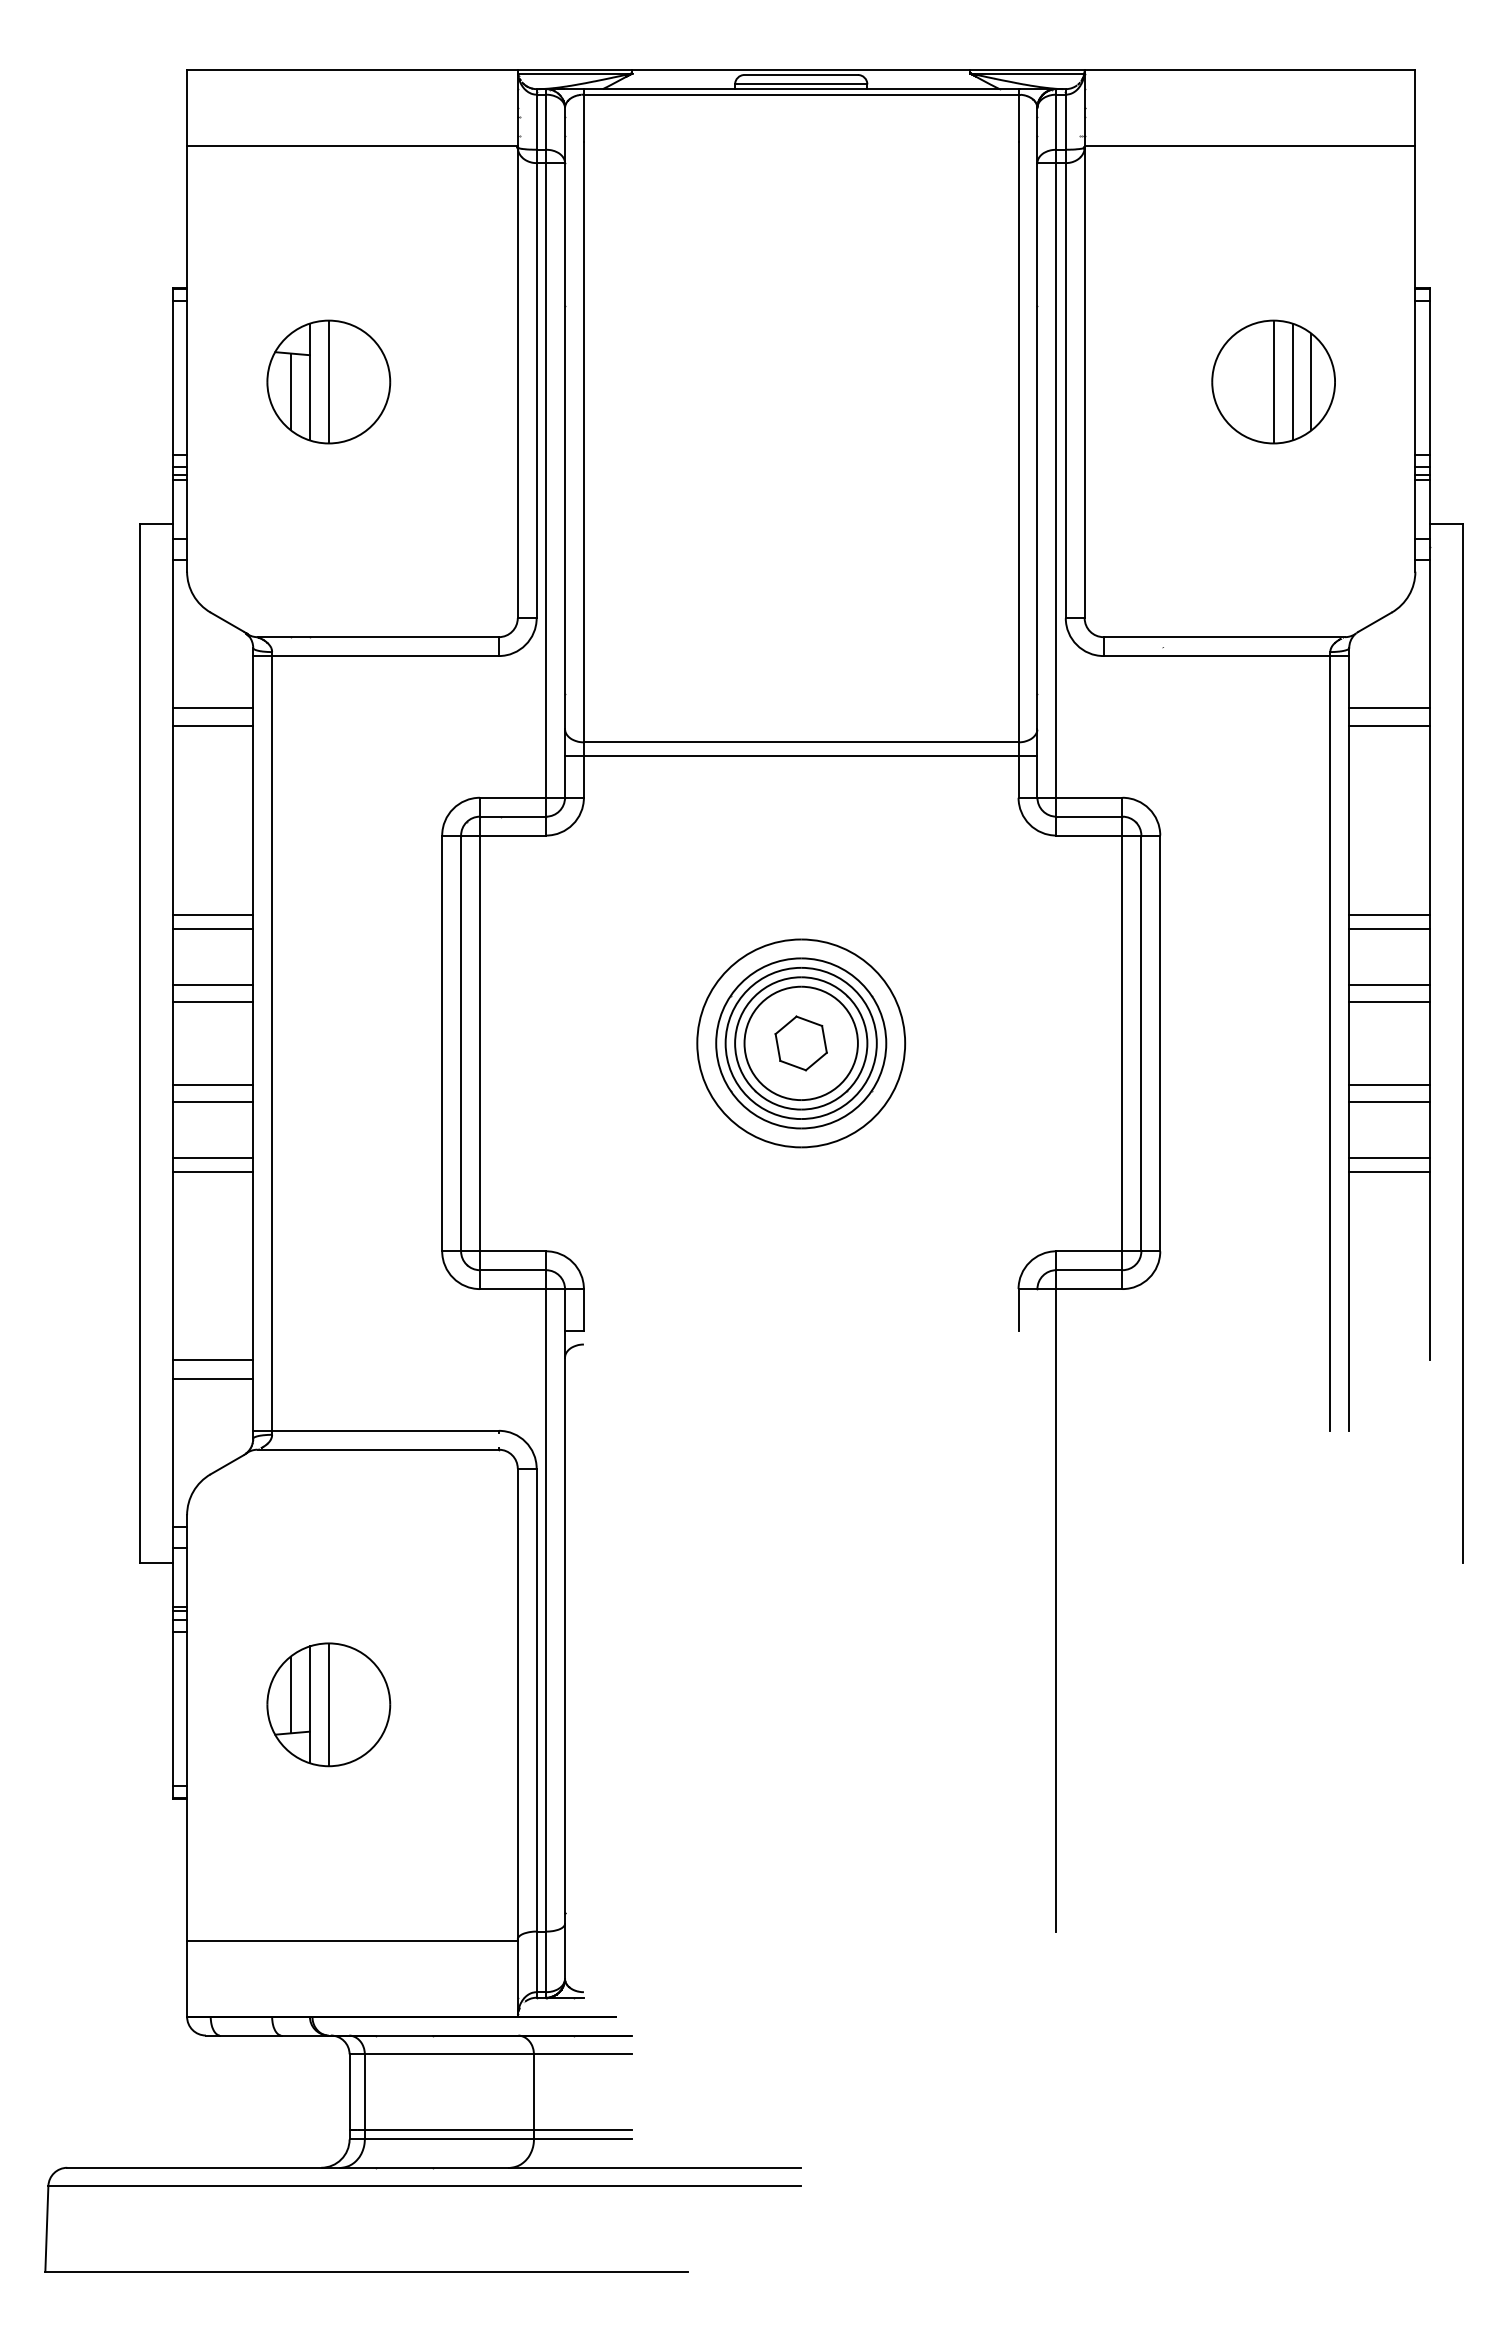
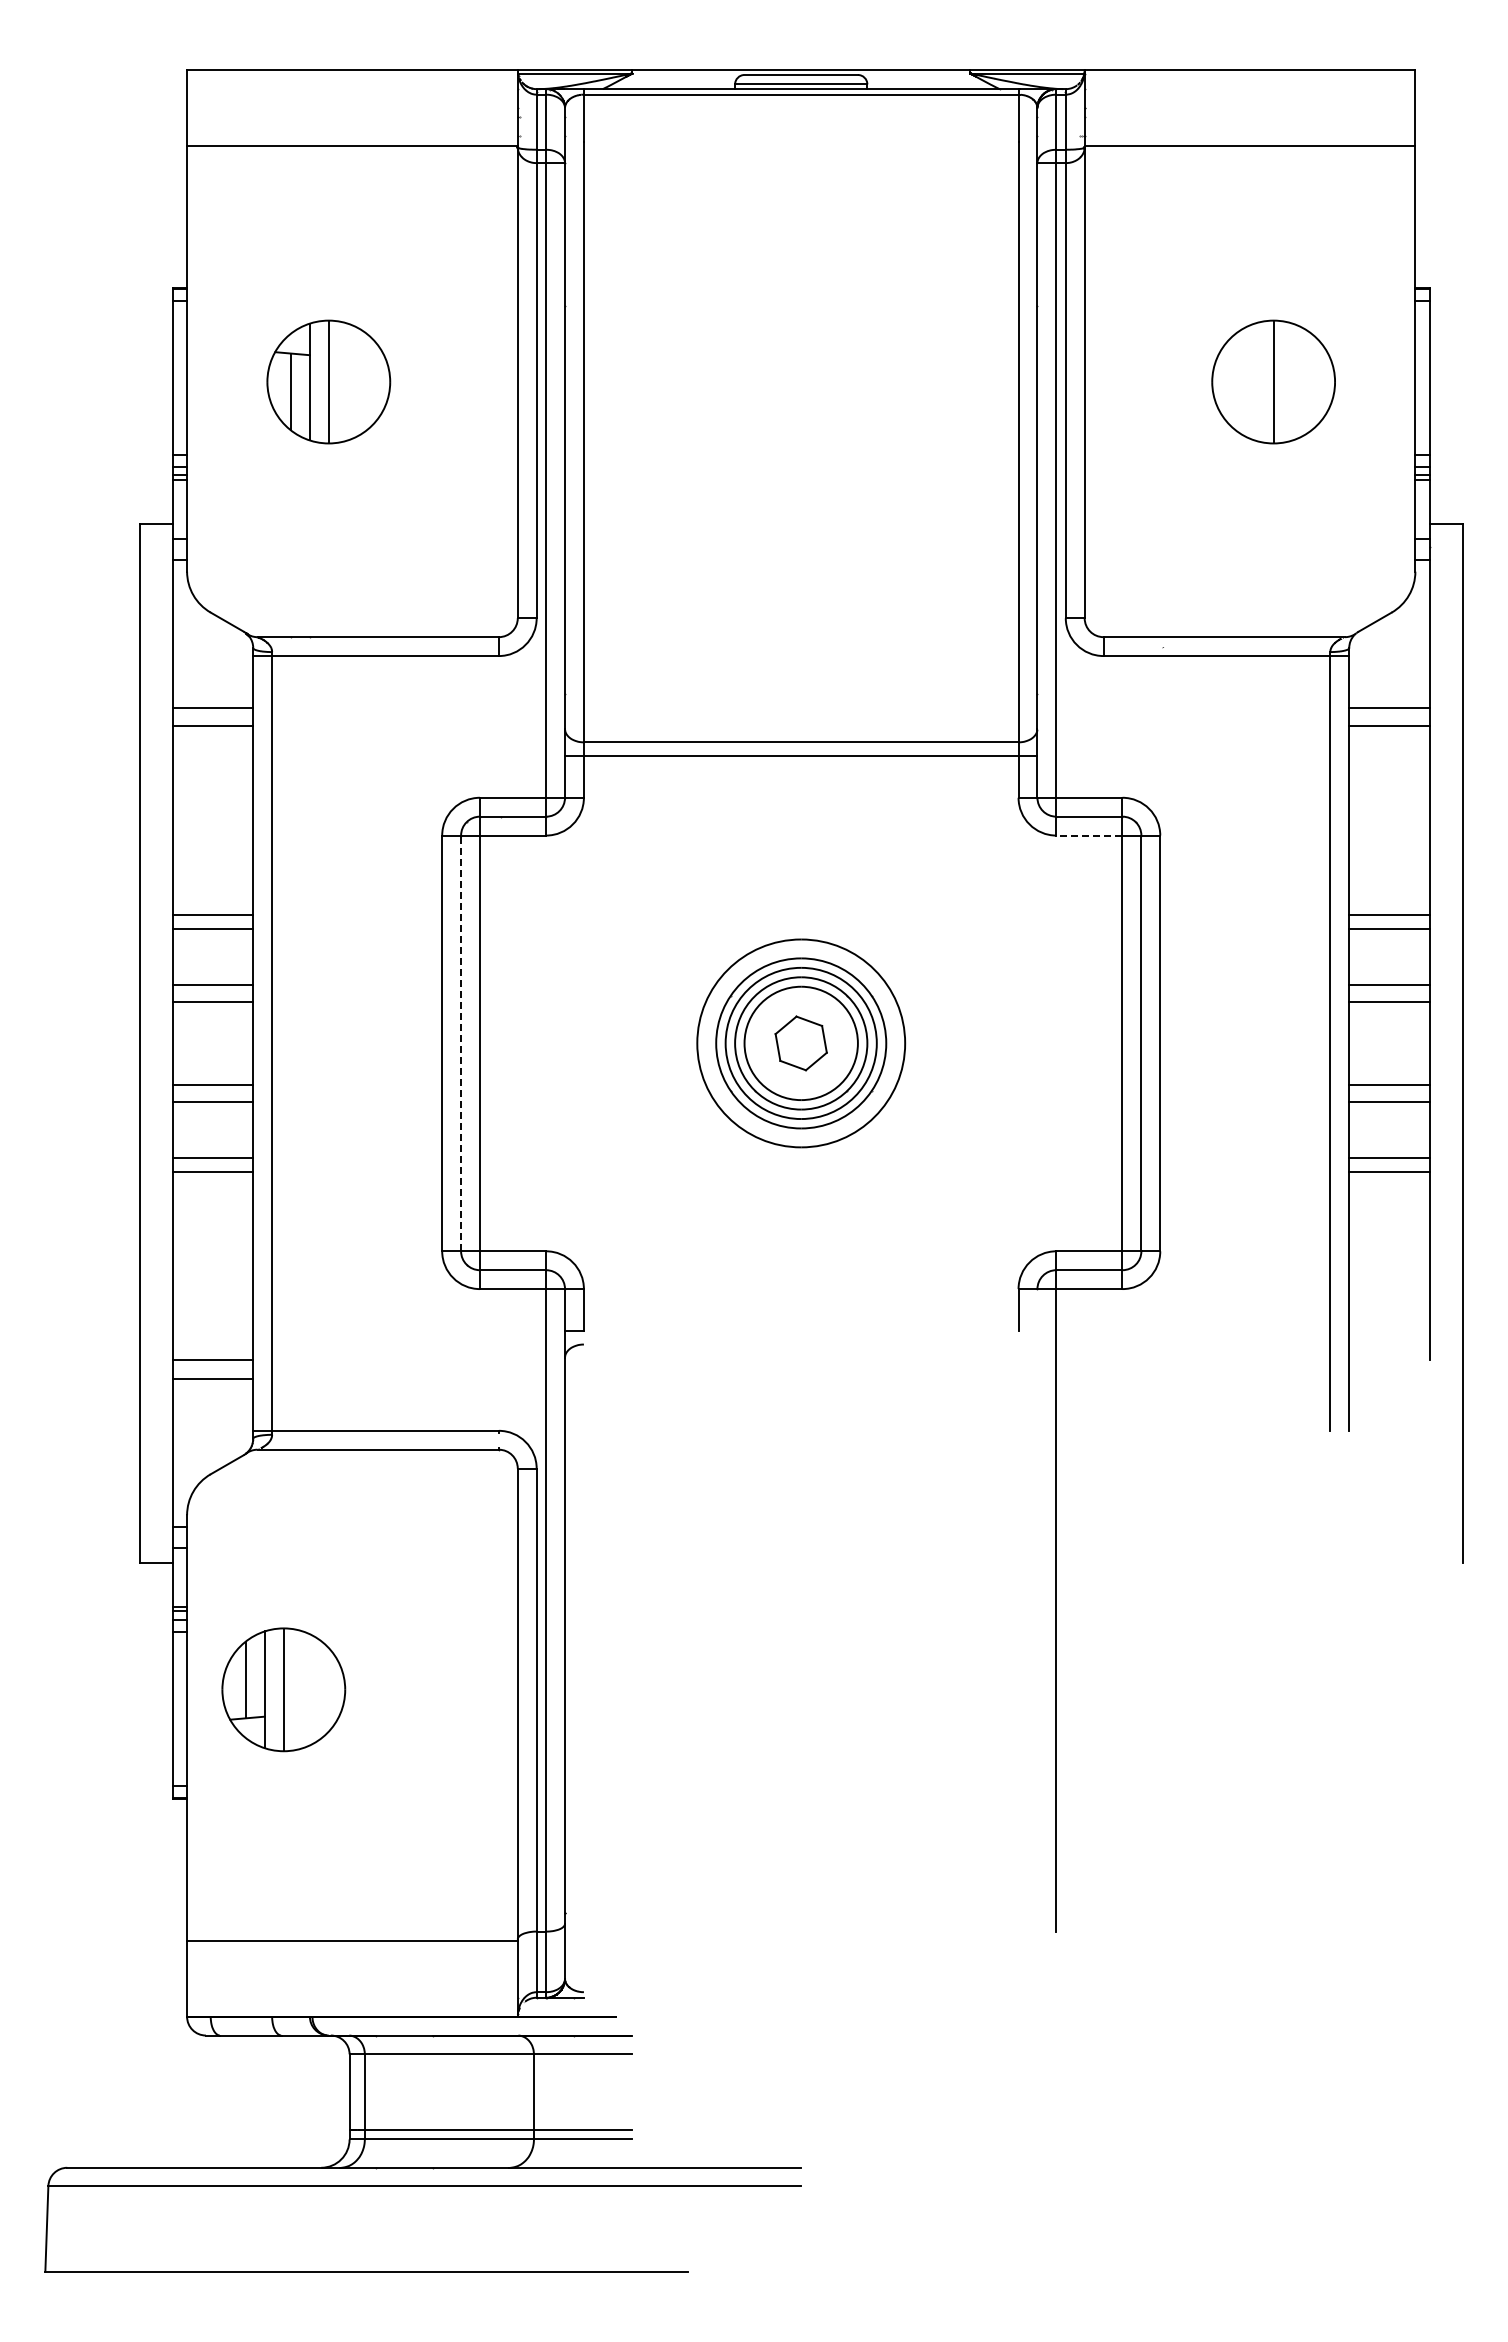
line at (1292, 381): present -> none
line at (1311, 381): present -> none
line at (1088, 835): solid -> dashed
line at (461, 1043): solid -> dashed
part at (328, 1704) position: (328, 1704) -> (283, 1689)
